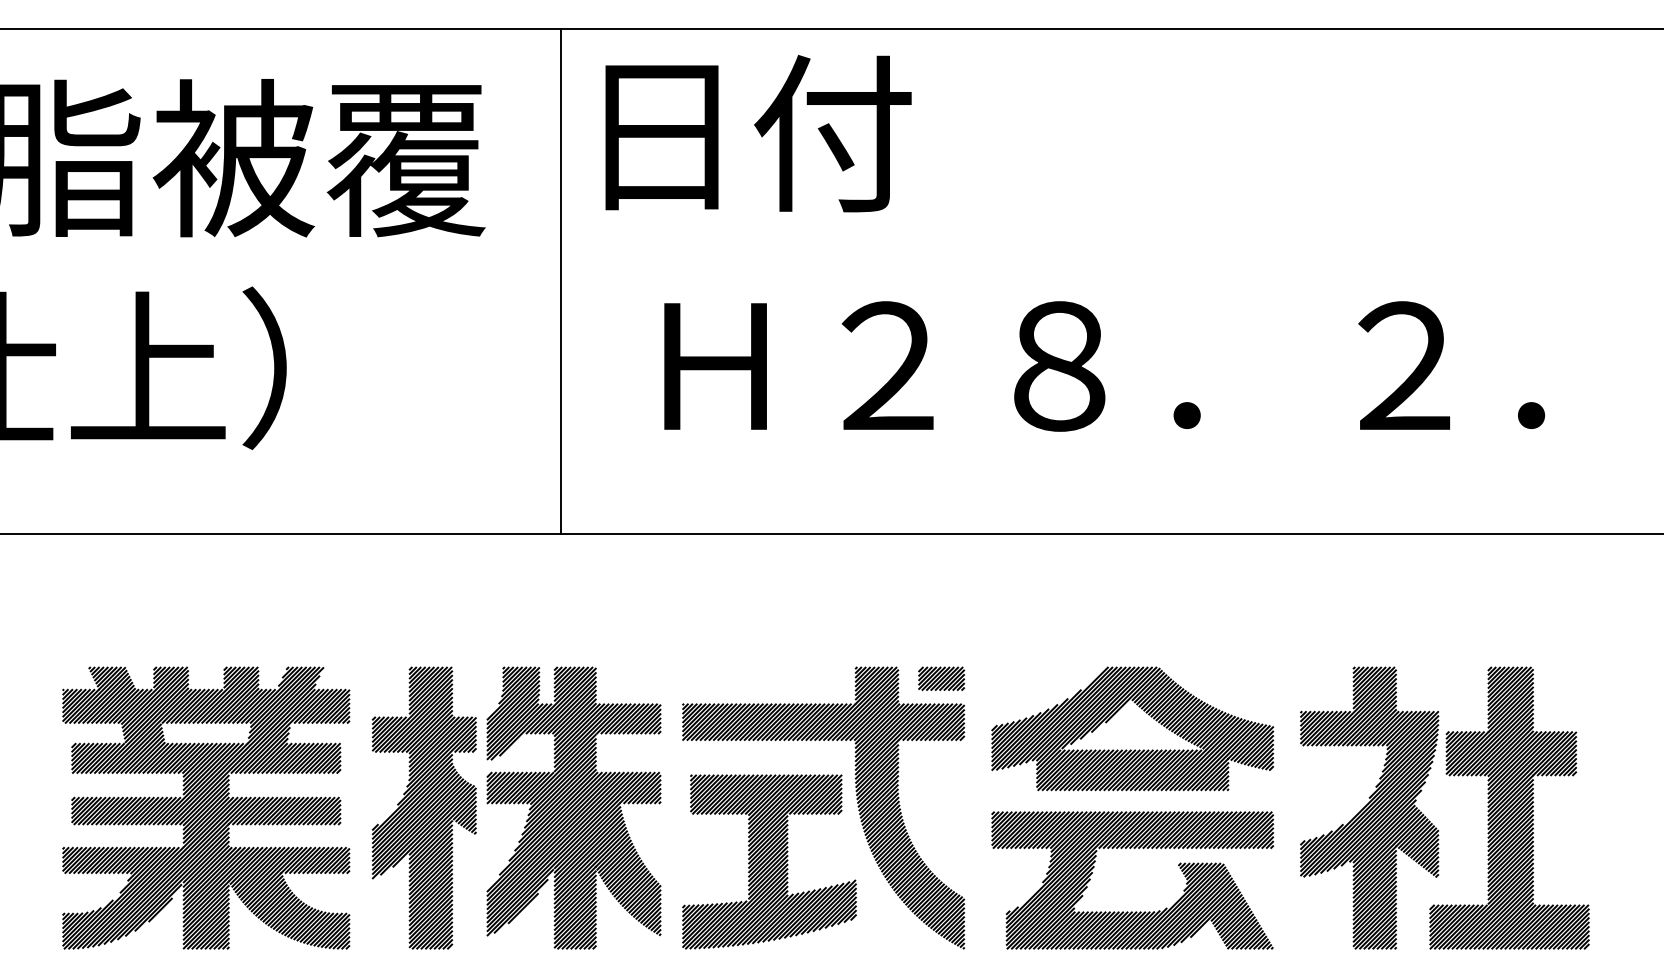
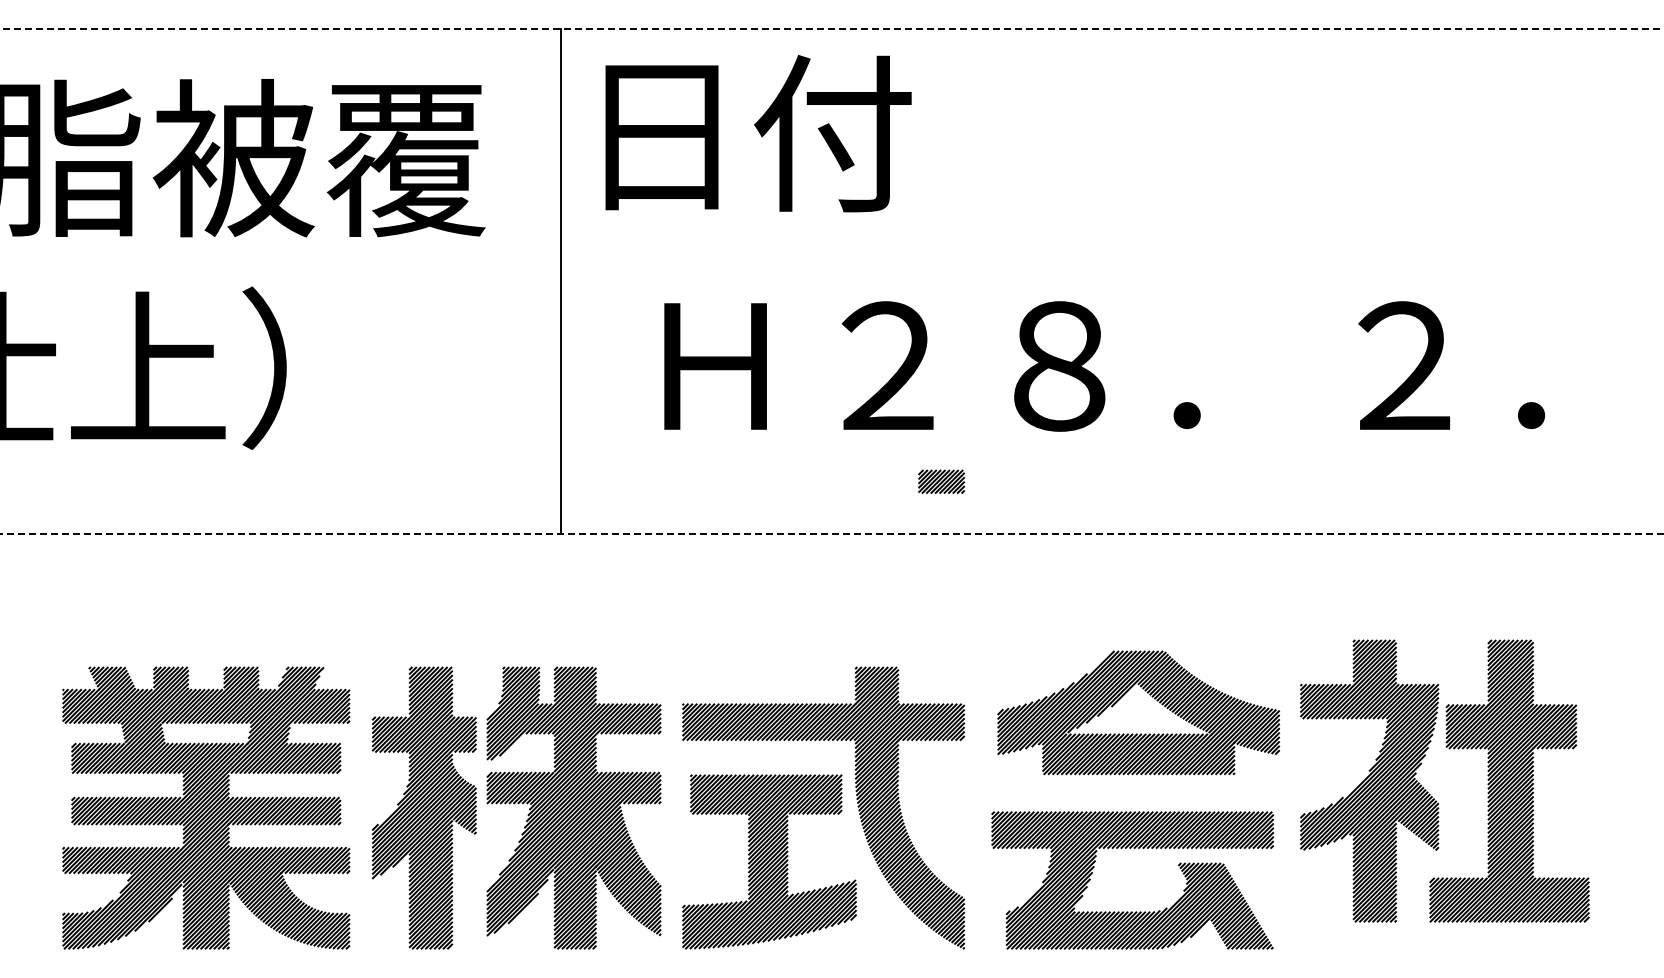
line at (833, 29): solid -> dashed
line at (832, 534): solid -> dashed
part at (941, 678) position: (941, 678) -> (941, 481)
part at (1132, 728) position: (1132, 728) -> (1138, 712)
part at (1430, 821) position: (1430, 821) -> (1430, 794)
